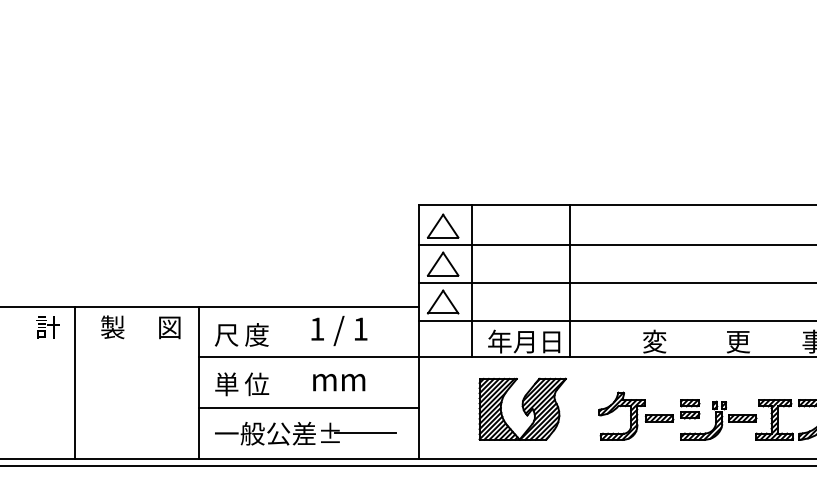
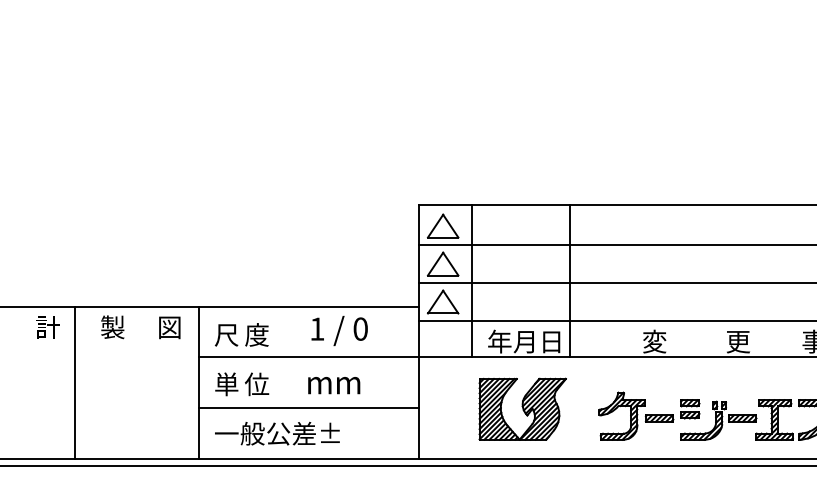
text at (360, 328): 1 -> 0
text at (339, 382) position: (339, 382) -> (334, 385)
line at (365, 433): present -> none
